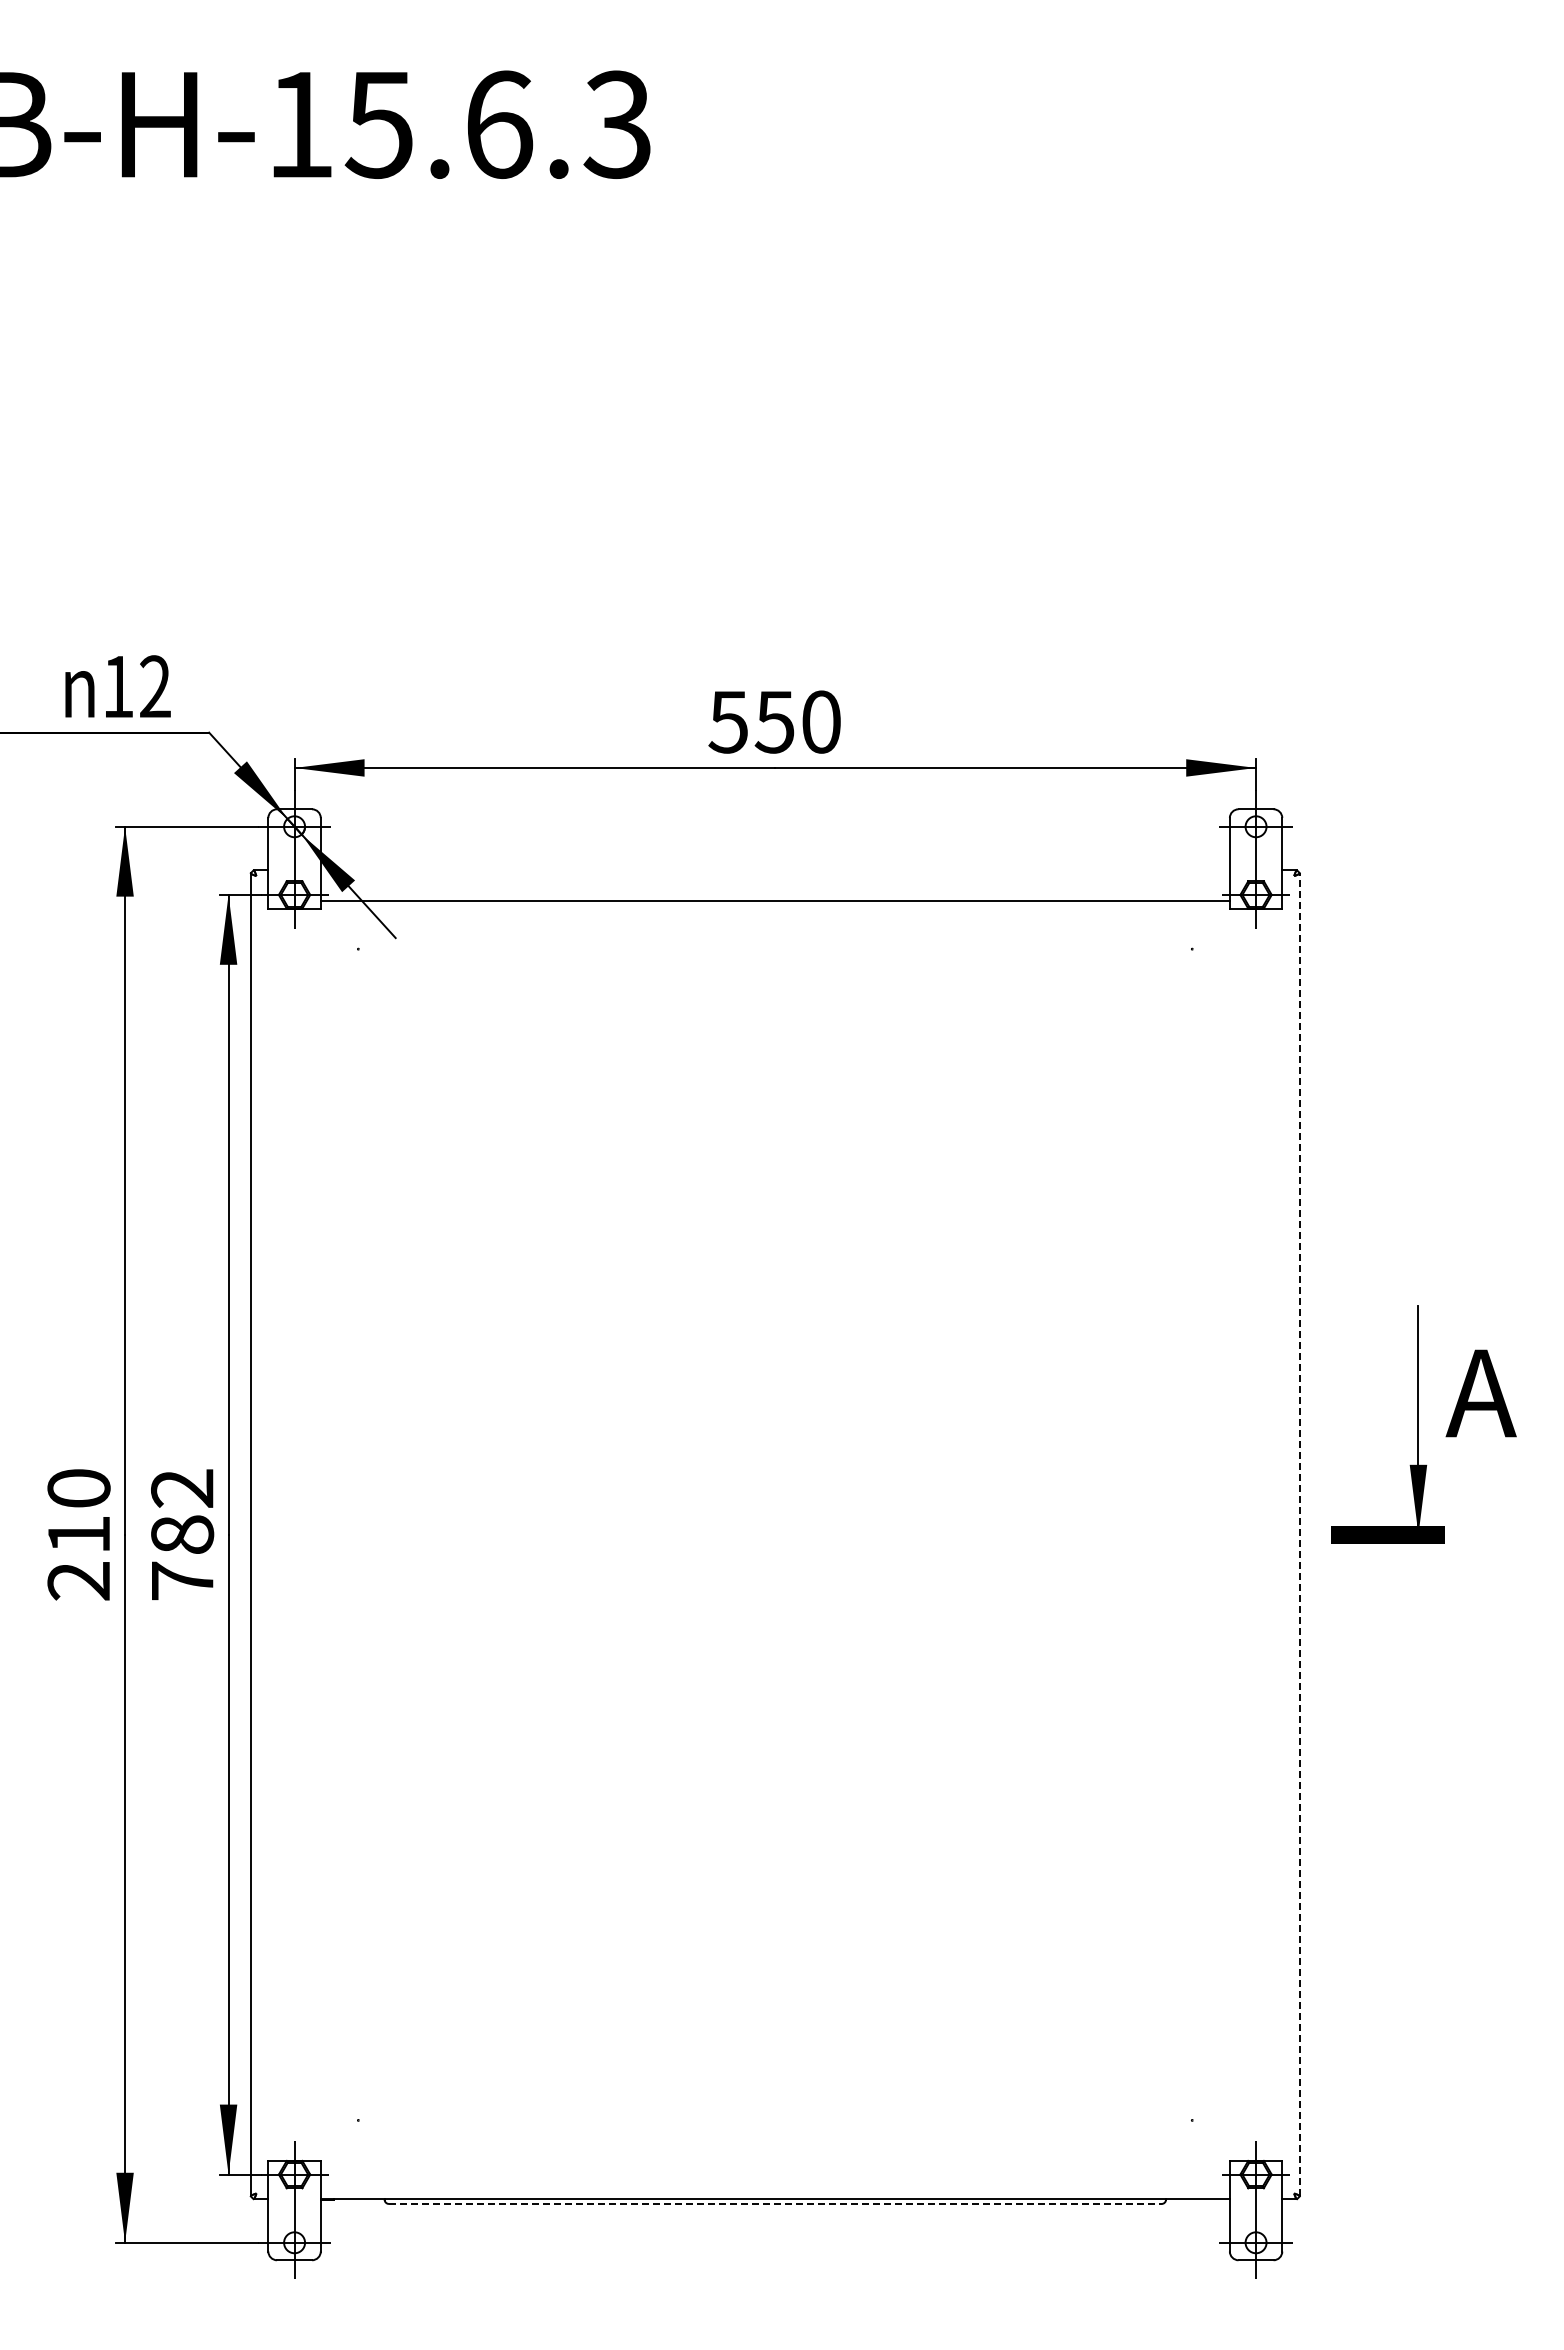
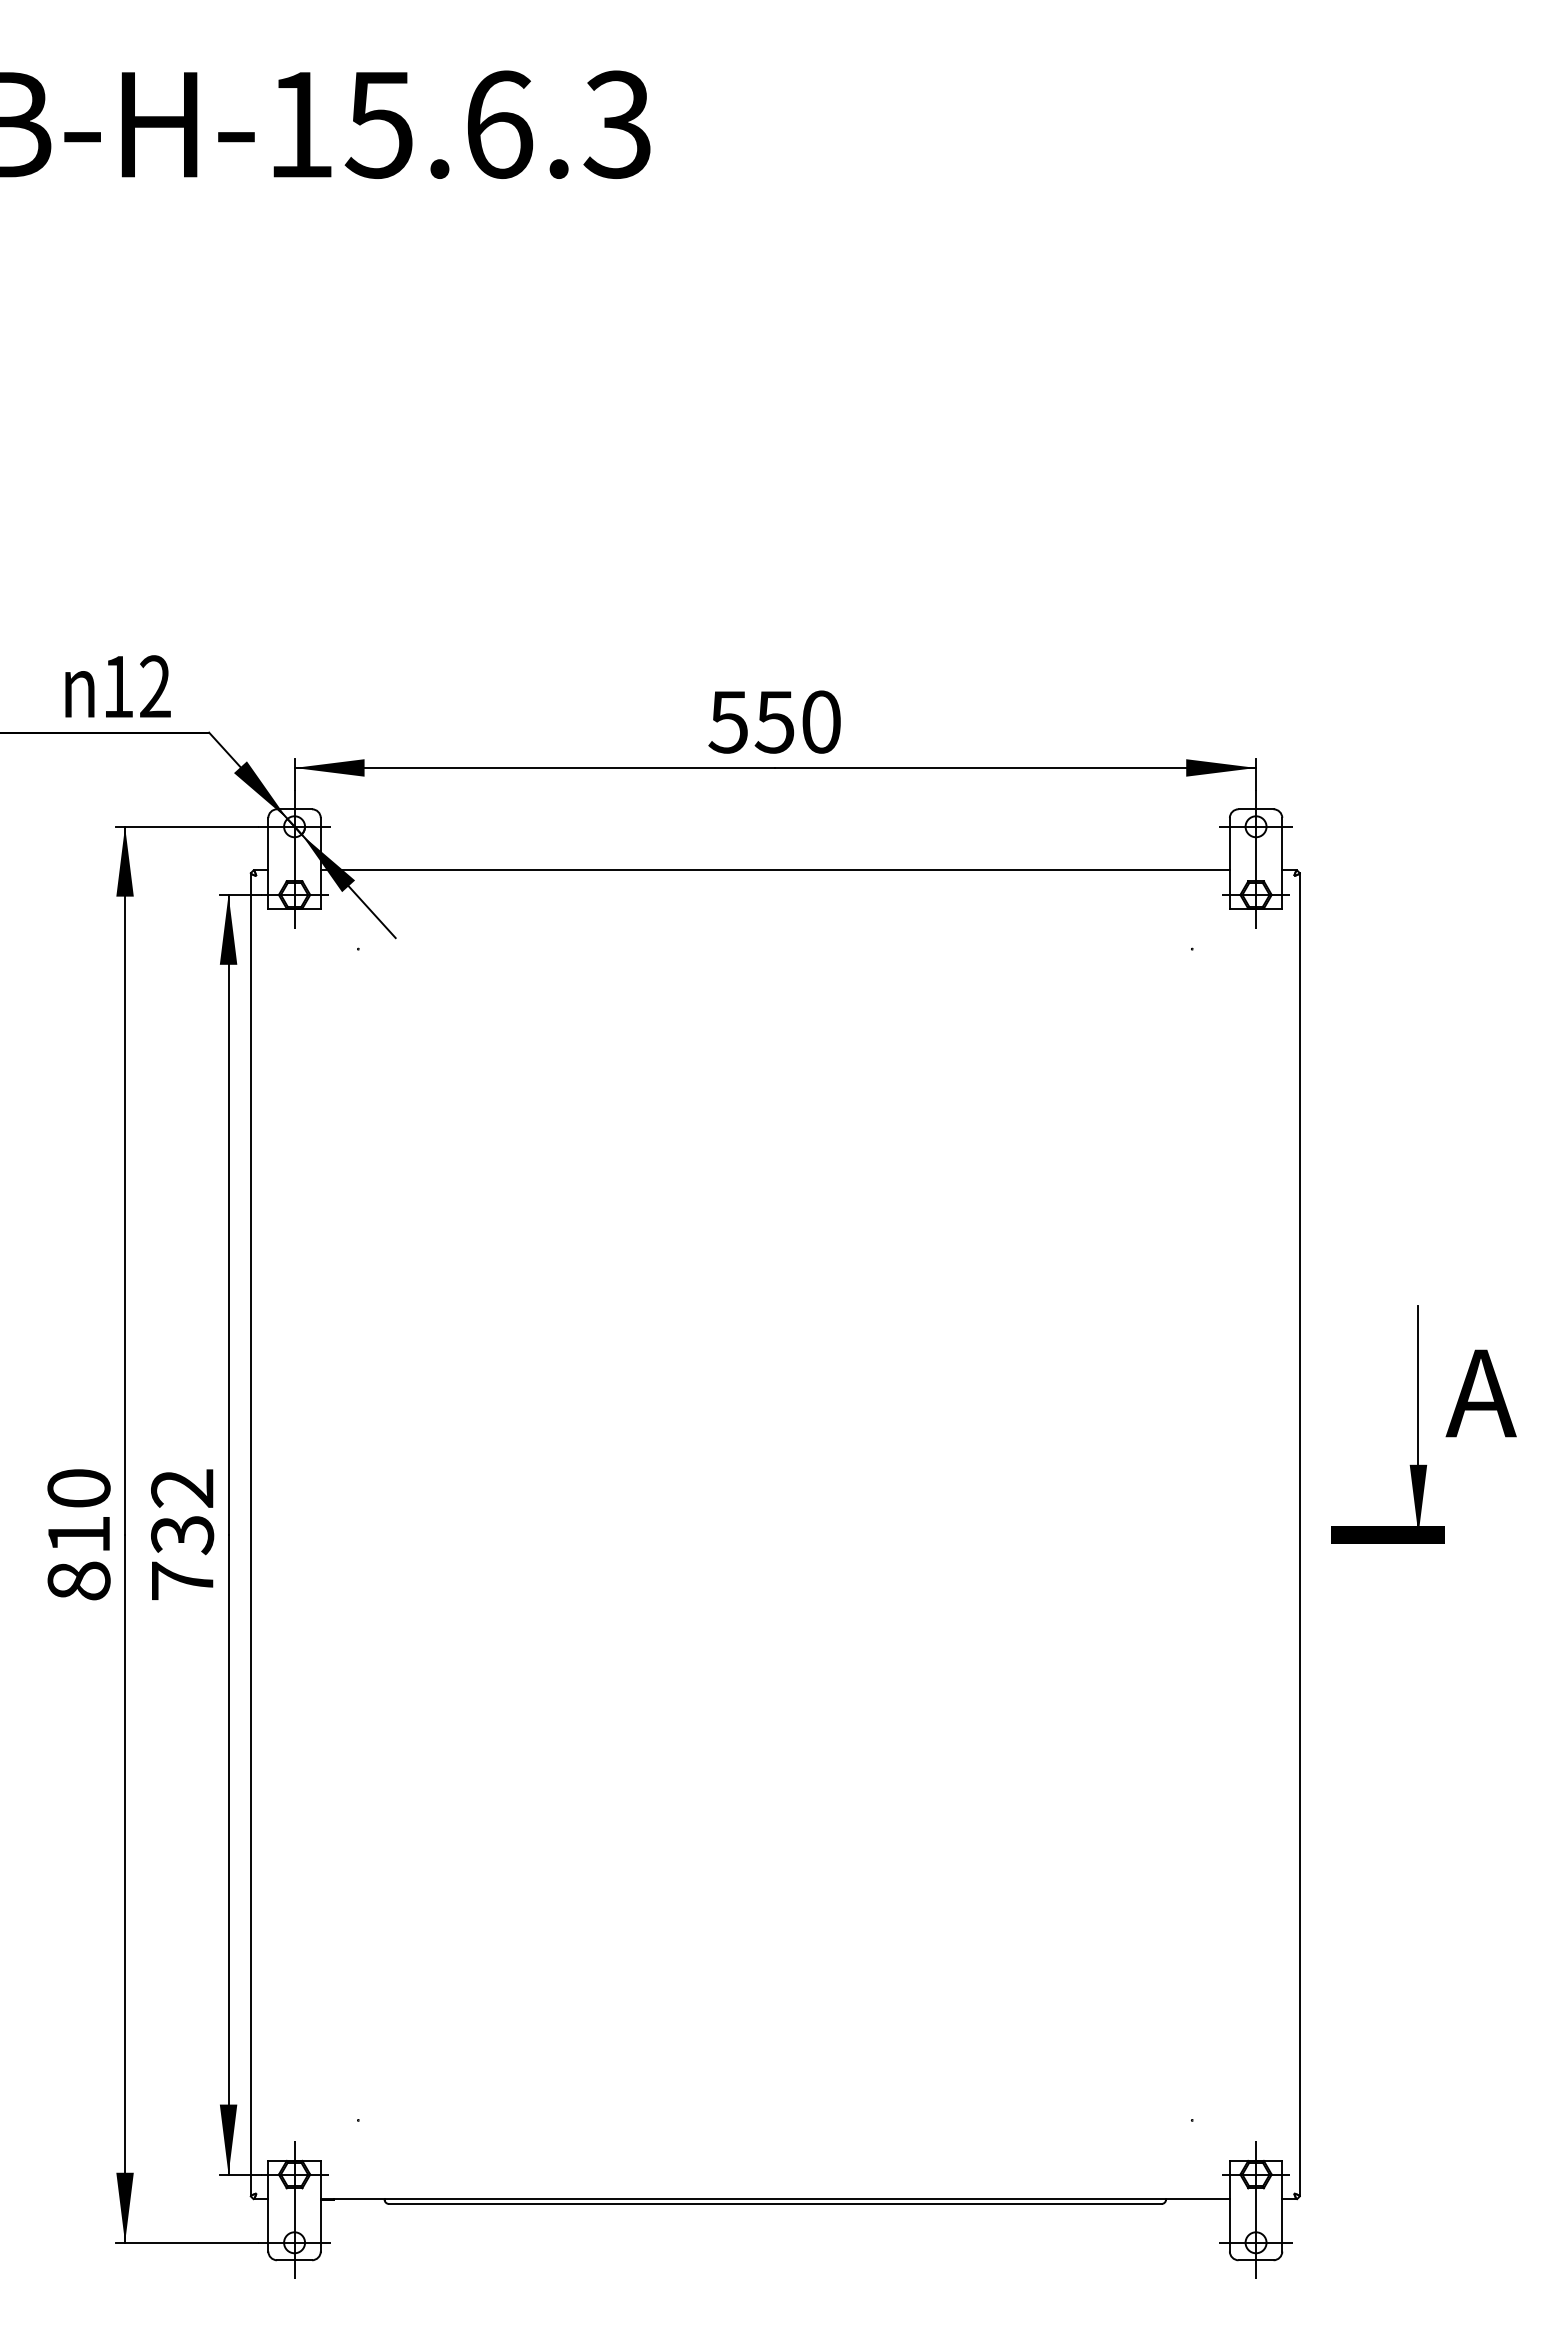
line at (774, 901) position: (774, 901) -> (774, 870)
line at (1299, 1534): dashed -> solid
text at (182, 1535): 782 -> 732
text at (78, 1580): 210 -> 810
line at (775, 2203): dashed -> solid
